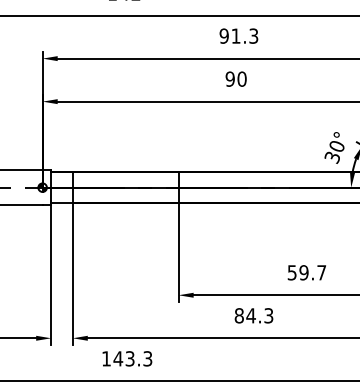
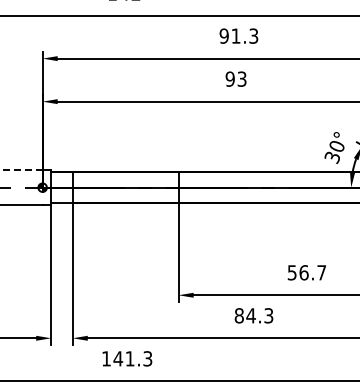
text at (241, 78): 90 -> 93
line at (21, 170): solid -> dashed
text at (303, 272): 59.7 -> 56.7
text at (129, 358): 143.3 -> 141.3
